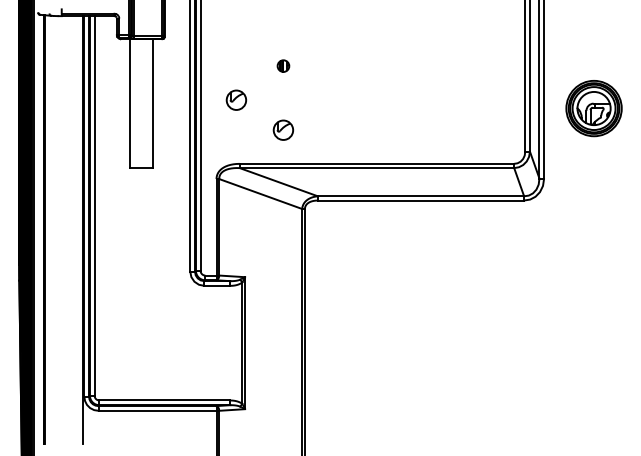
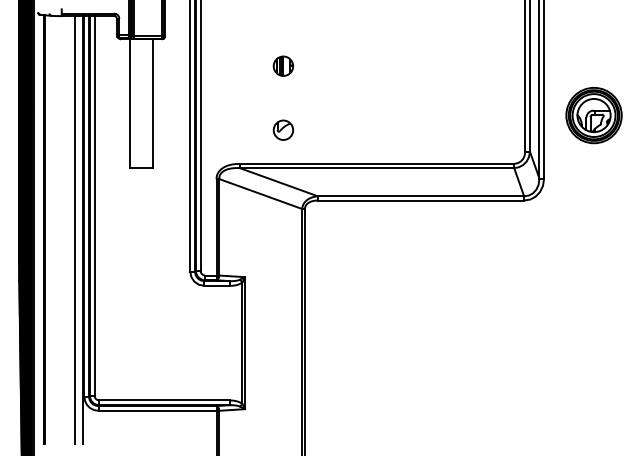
part at (283, 65) size: 15x14 px -> 23x22 px
part at (236, 99): present -> none
part at (593, 108) position: (593, 108) -> (593, 115)
line at (74, 230): none -> present
